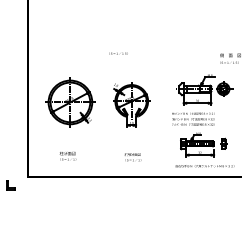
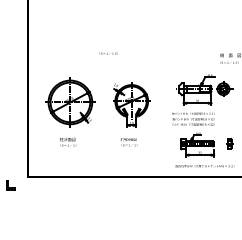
text at (118, 53) position: (118, 53) -> (108, 53)
part at (223, 143) position: (223, 143) -> (229, 143)
text at (67, 156) position: (67, 156) -> (67, 142)
text at (132, 157) position: (132, 157) -> (128, 142)
